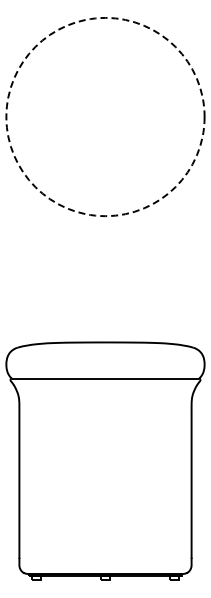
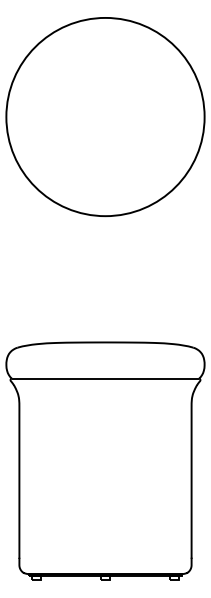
circle at (105, 116): dashed -> solid
